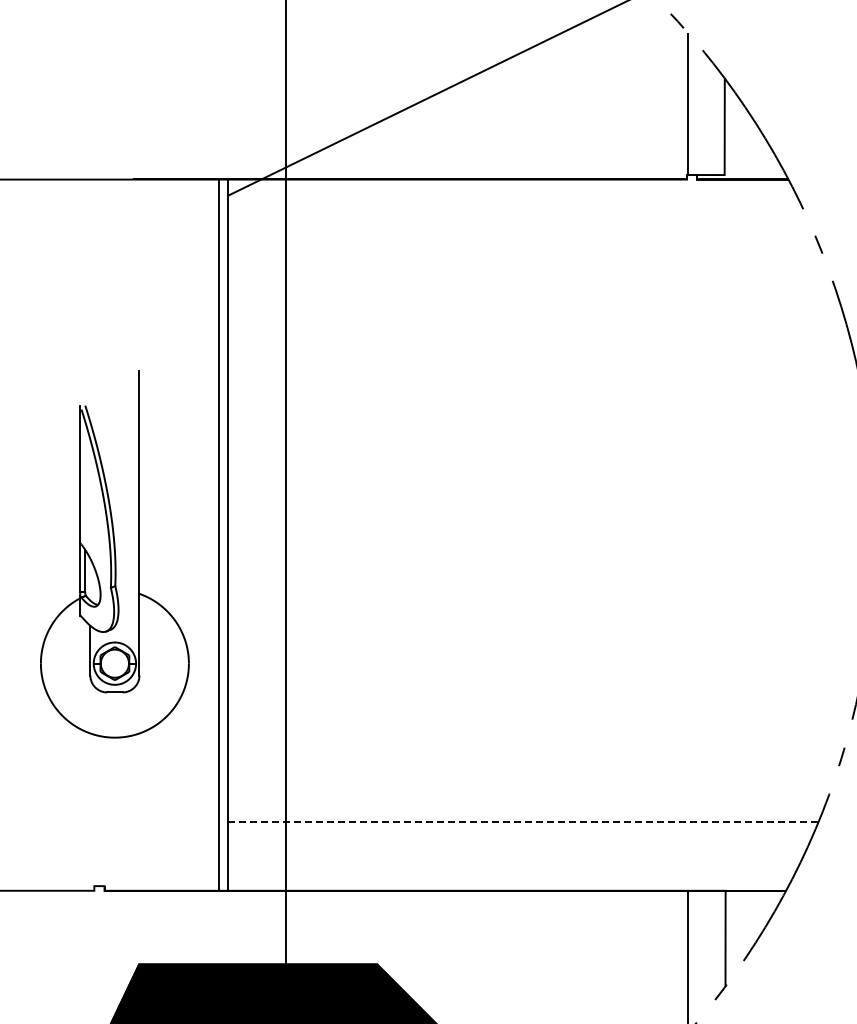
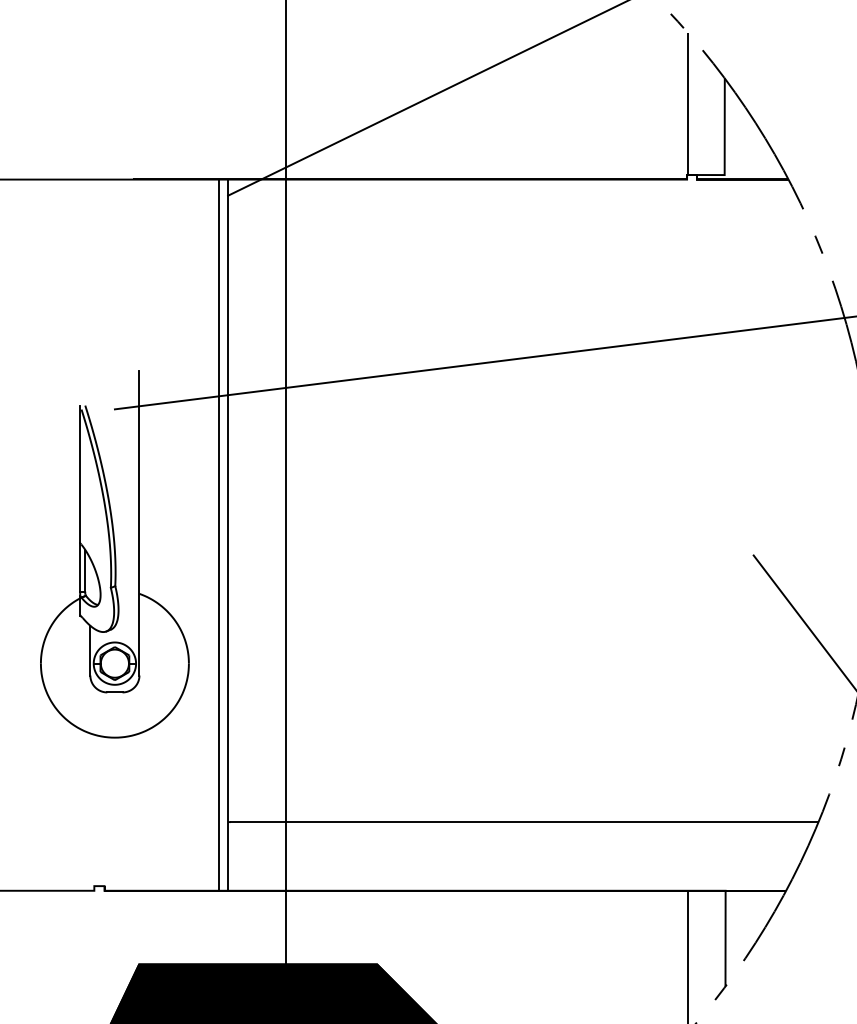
line at (483, 362): none -> present
line at (803, 620): none -> present
line at (524, 822): dashed -> solid
